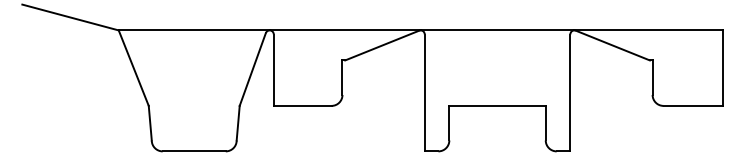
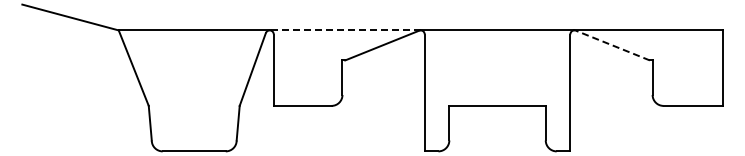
line at (344, 30): solid -> dashed
line at (612, 45): solid -> dashed
